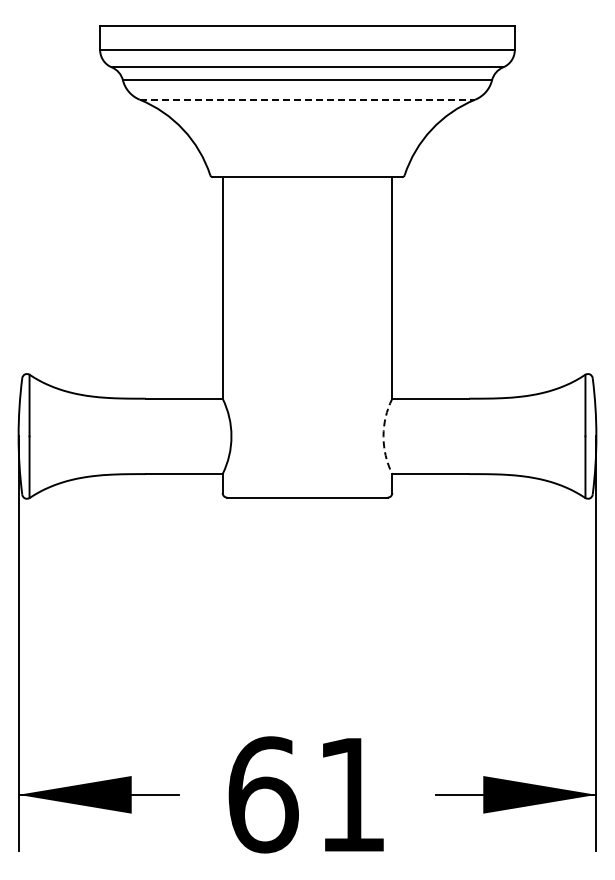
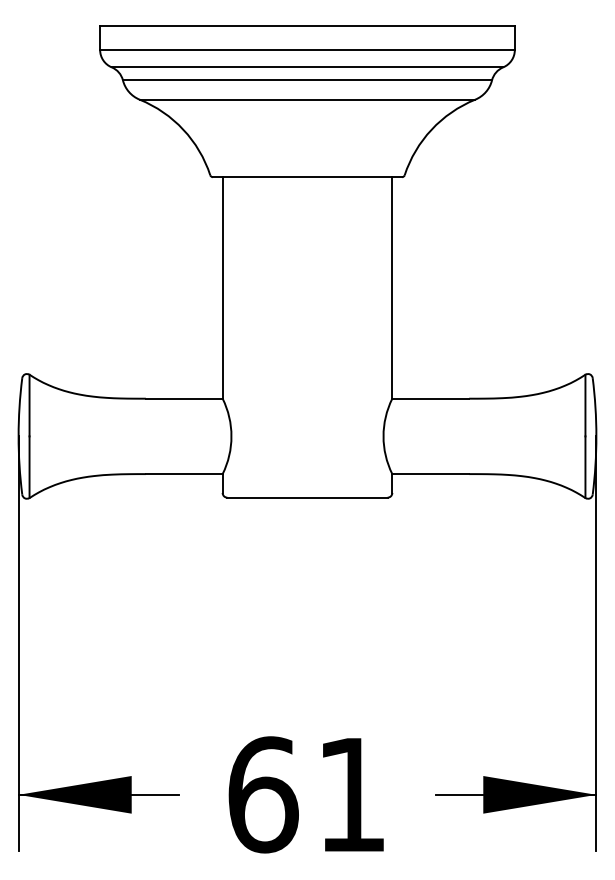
line at (307, 99): dashed -> solid
arc at (383, 436): dashed -> solid
